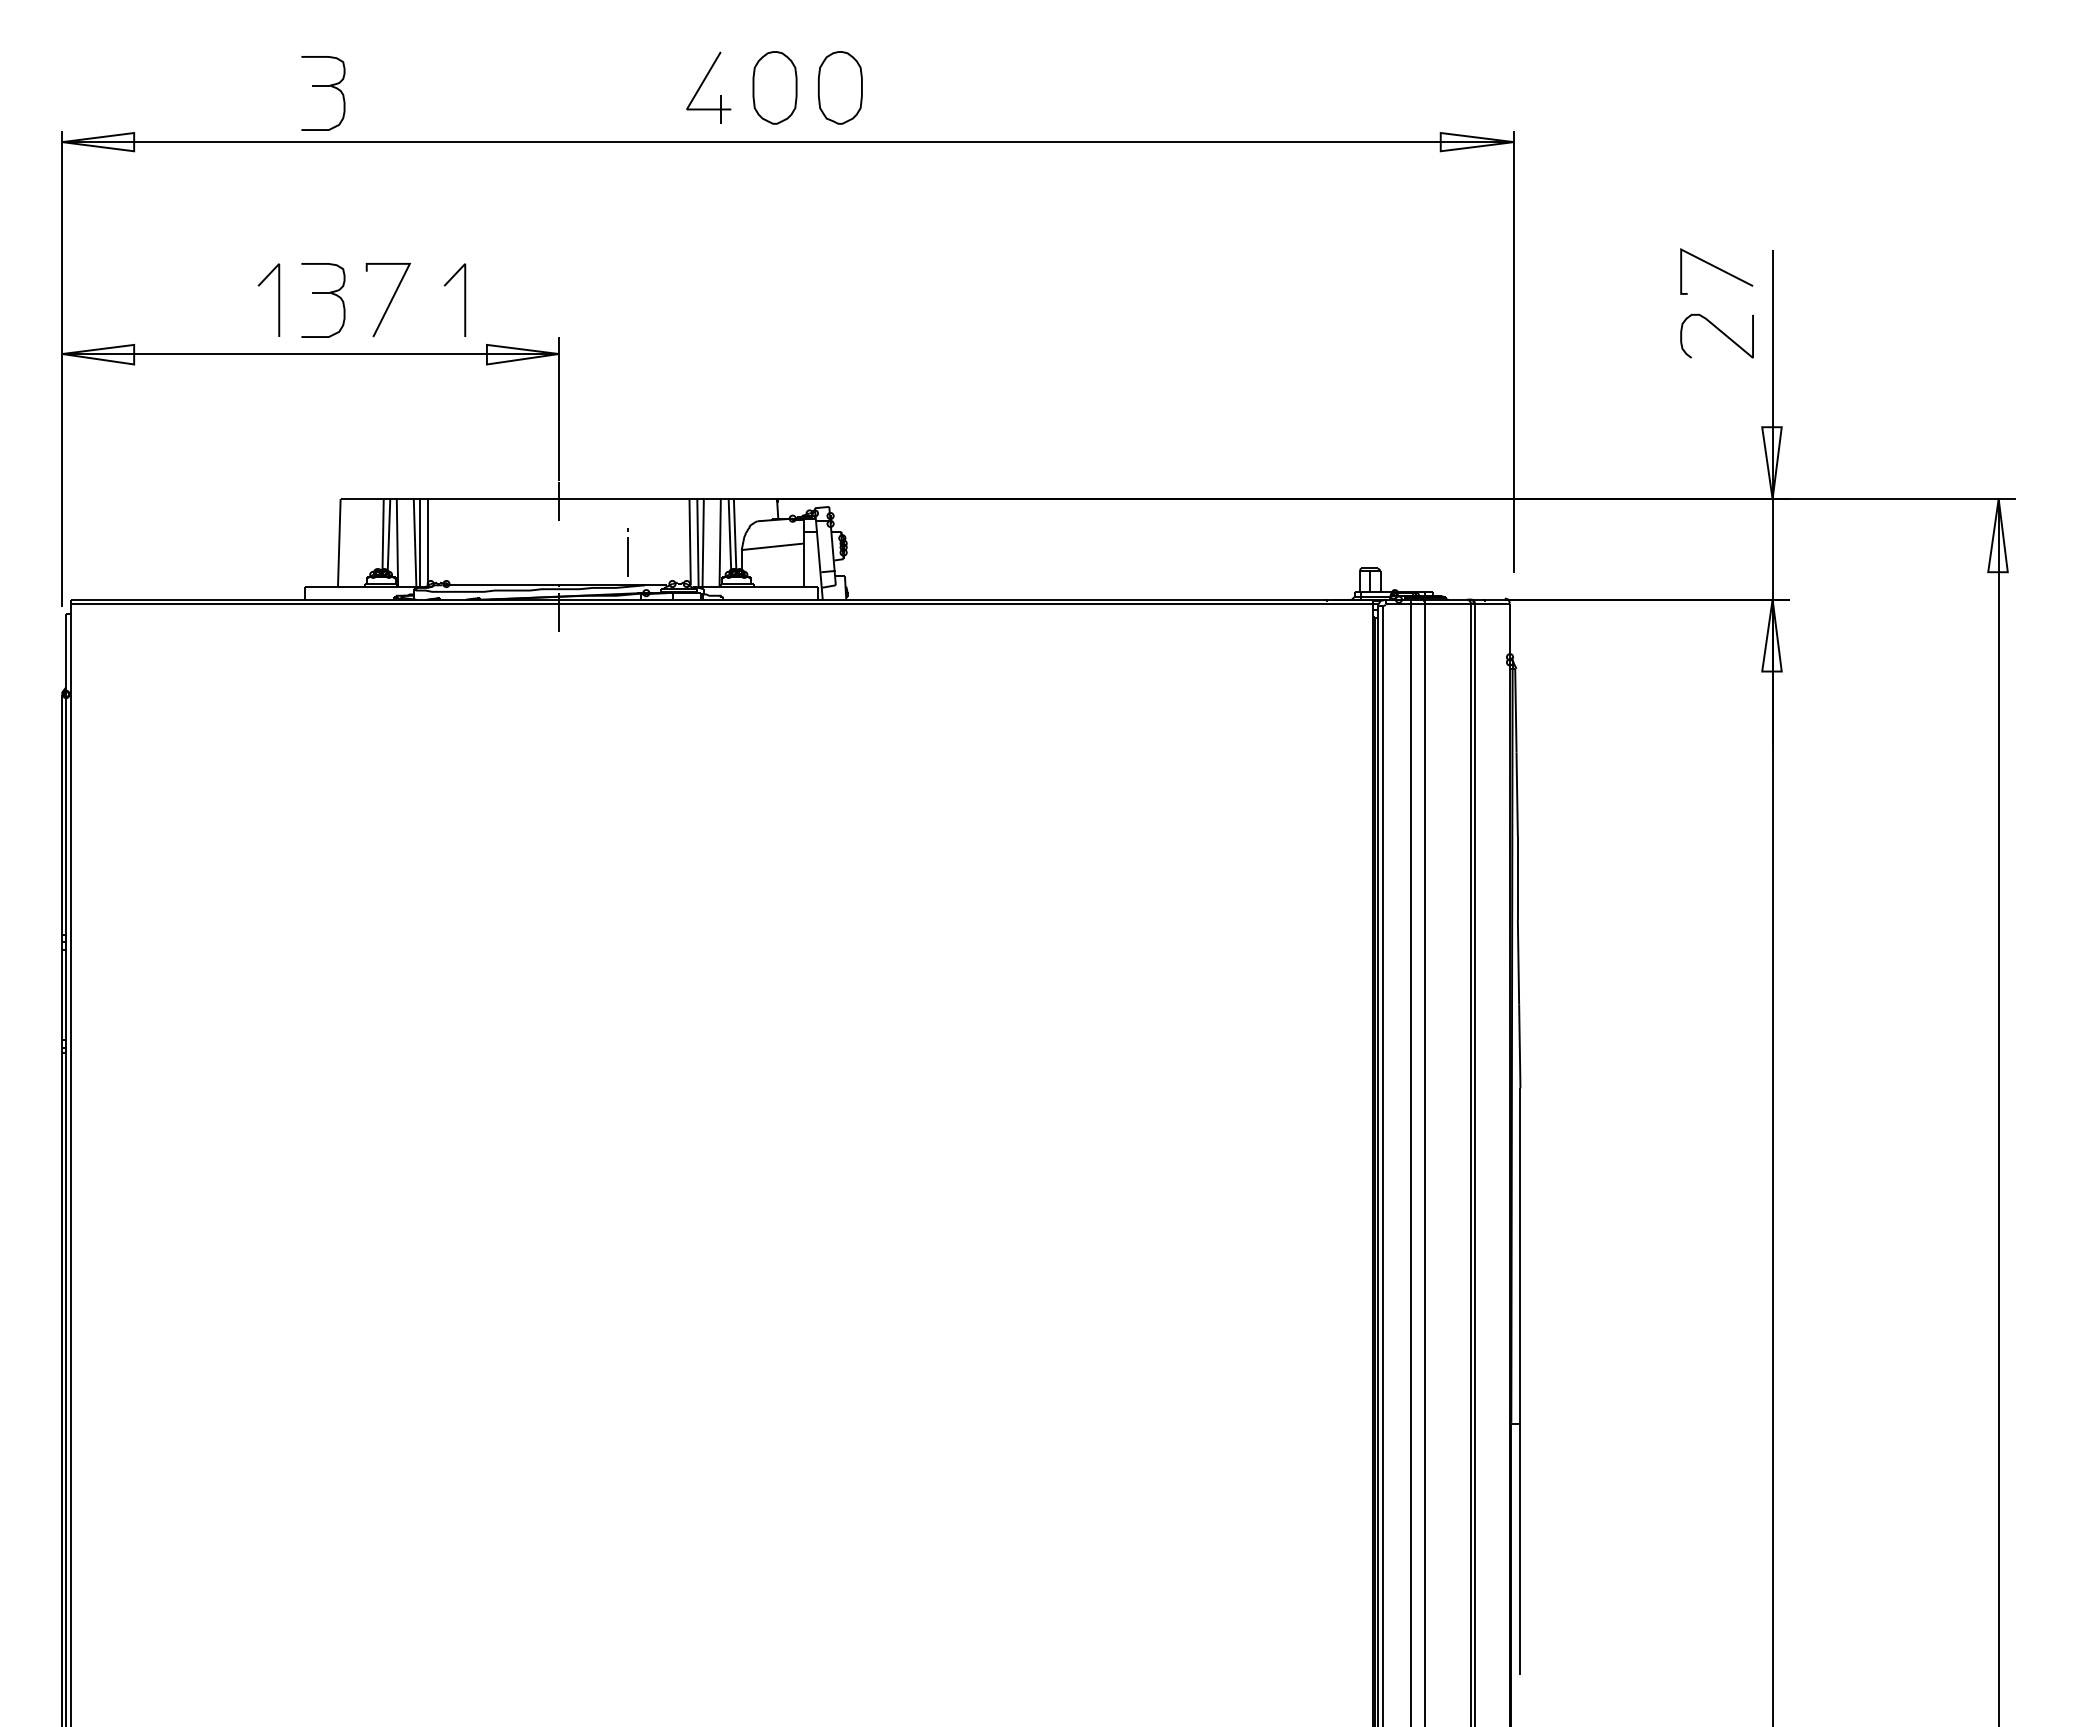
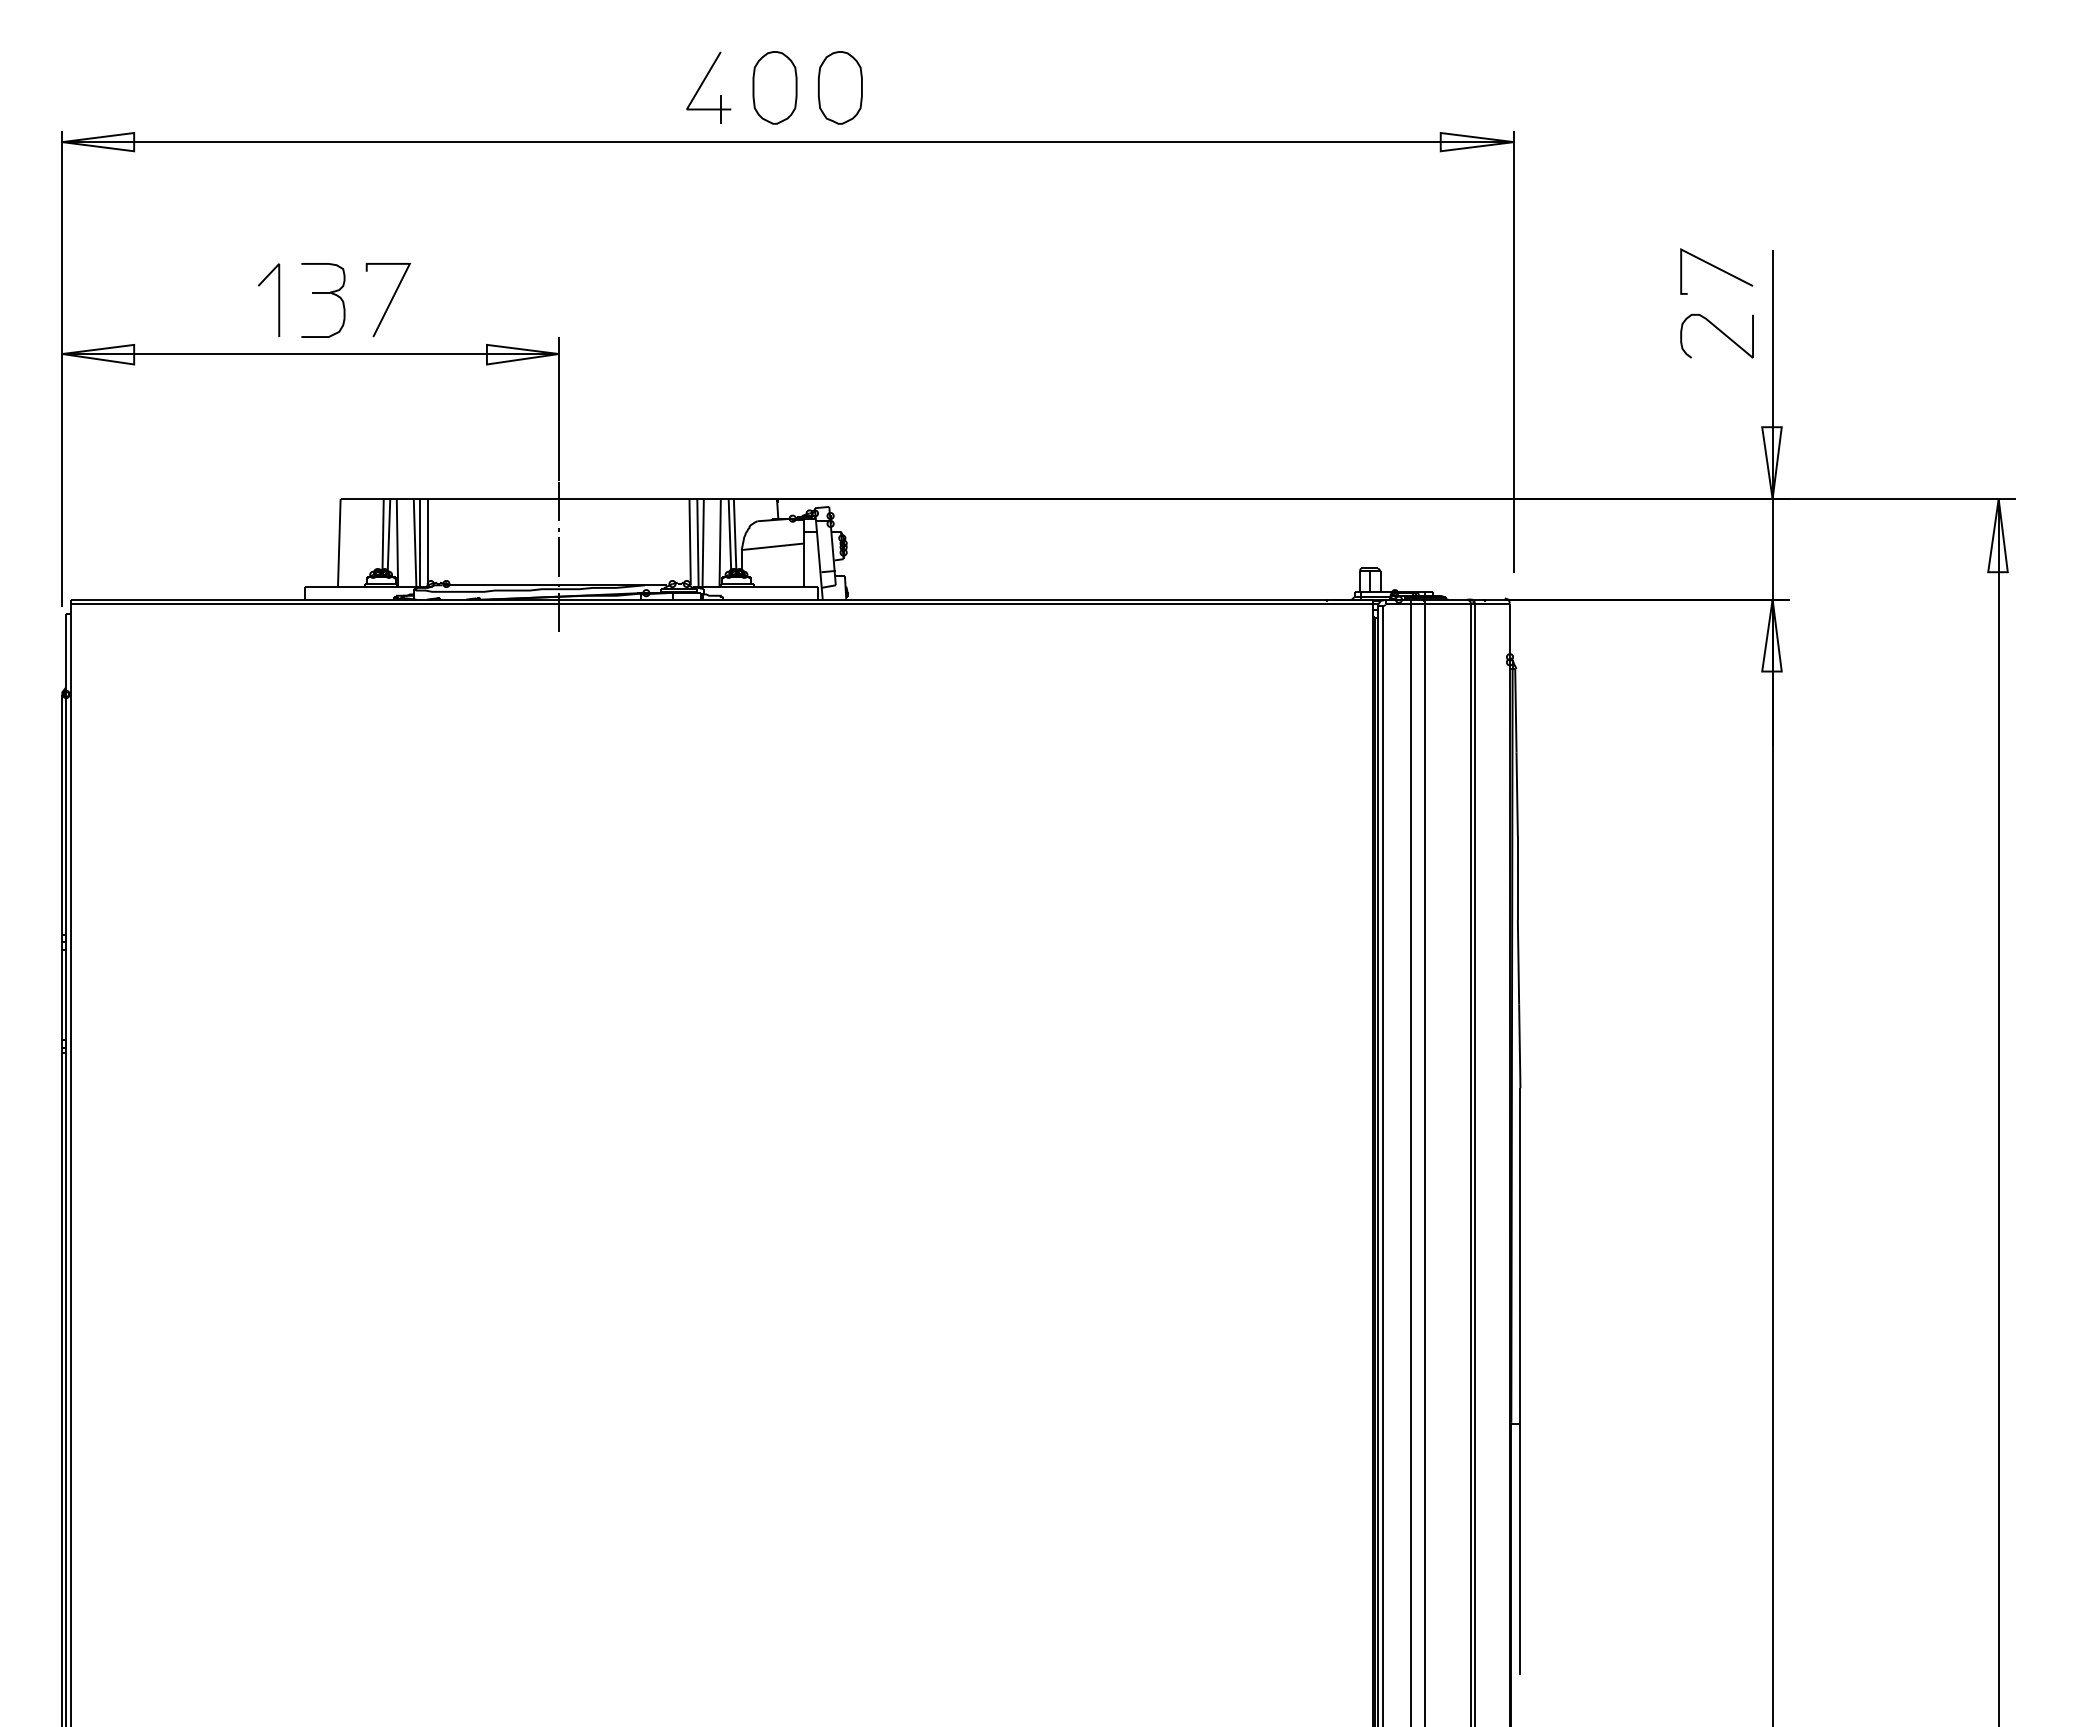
part at (323, 86): present -> none
curve at (464, 299): present -> none
line at (627, 552) position: (627, 552) -> (558, 552)
